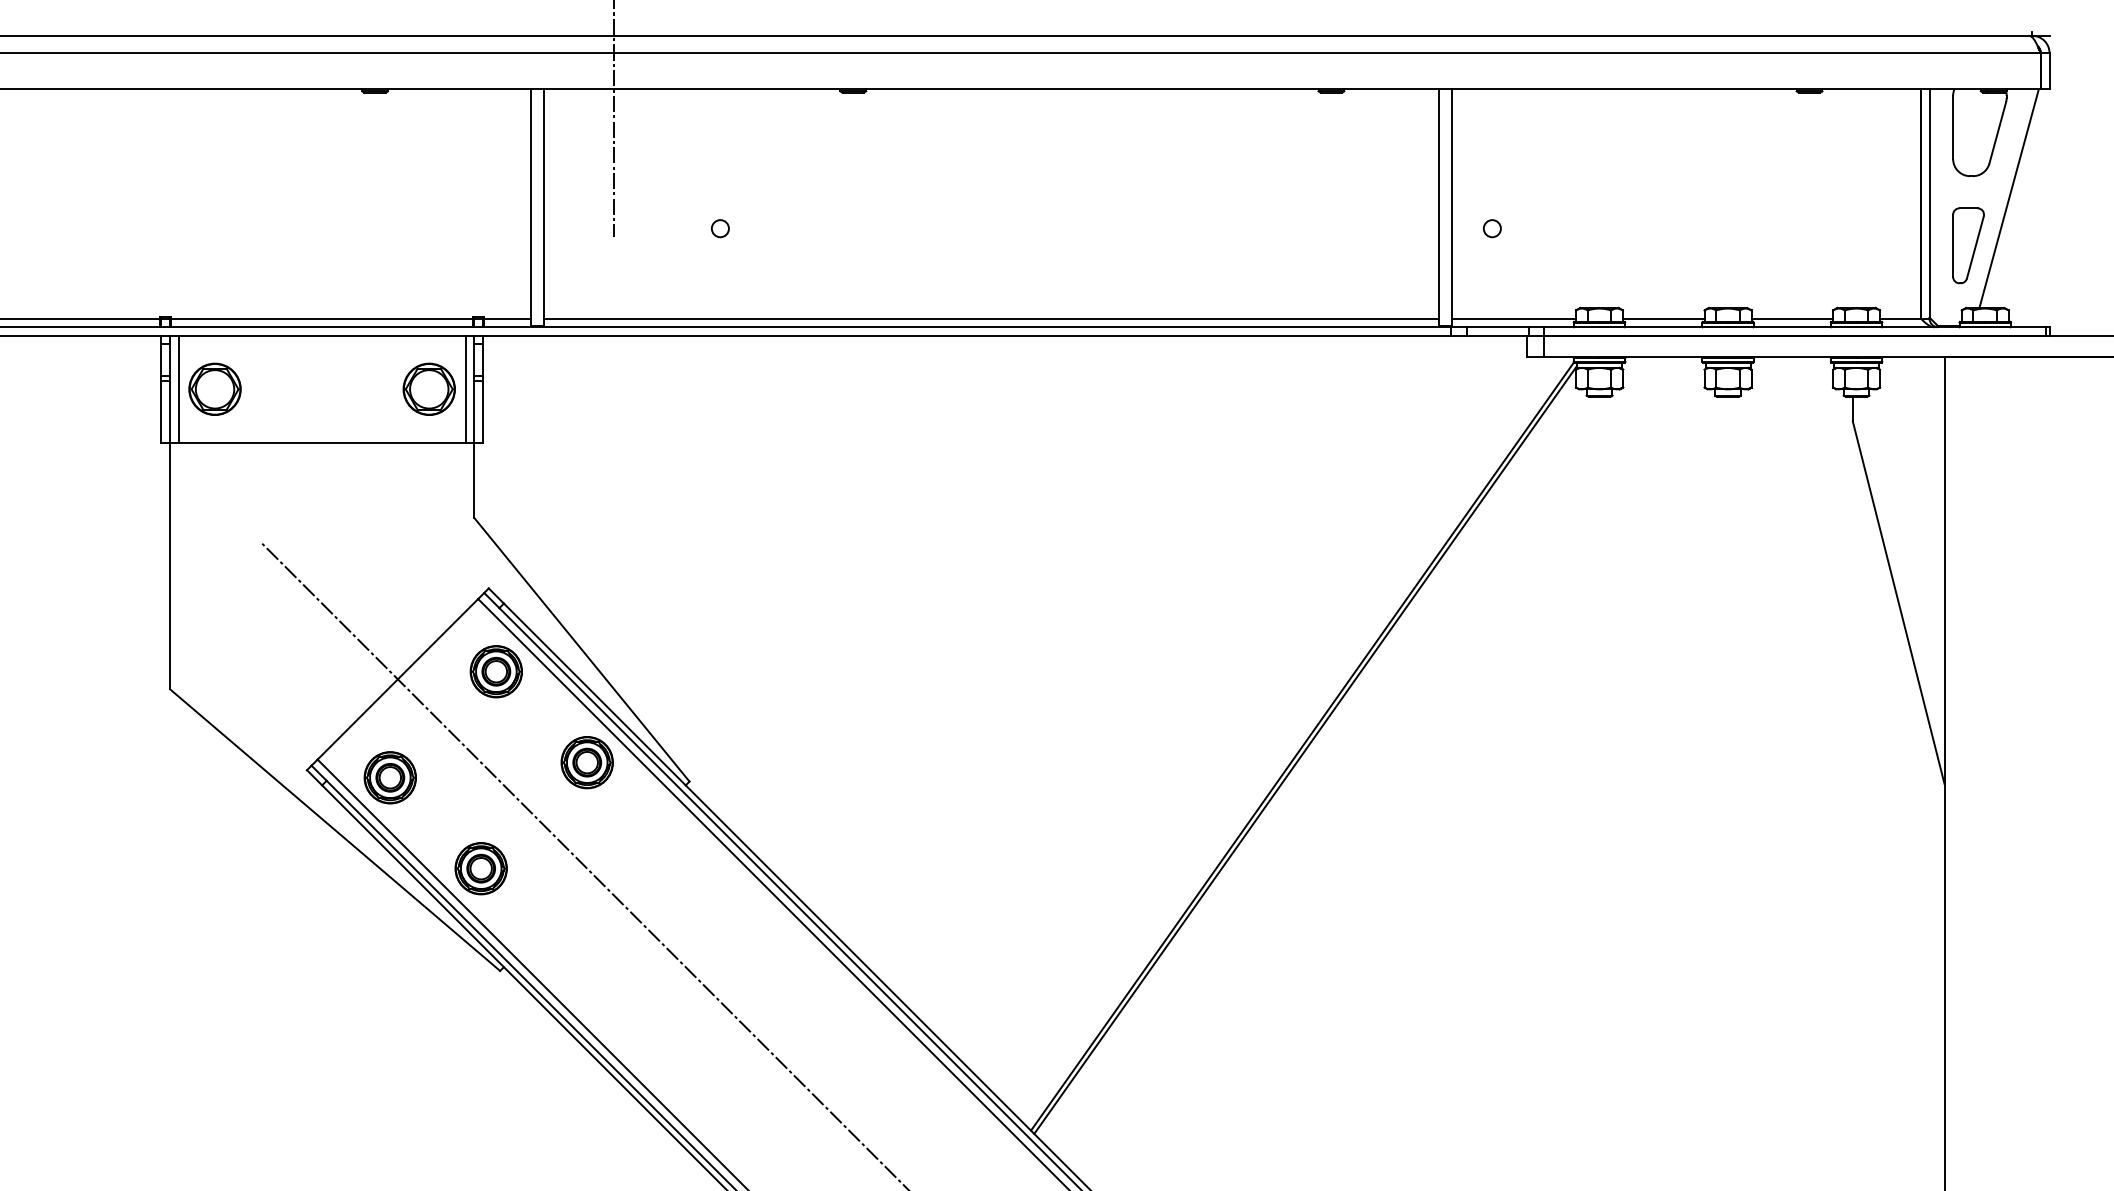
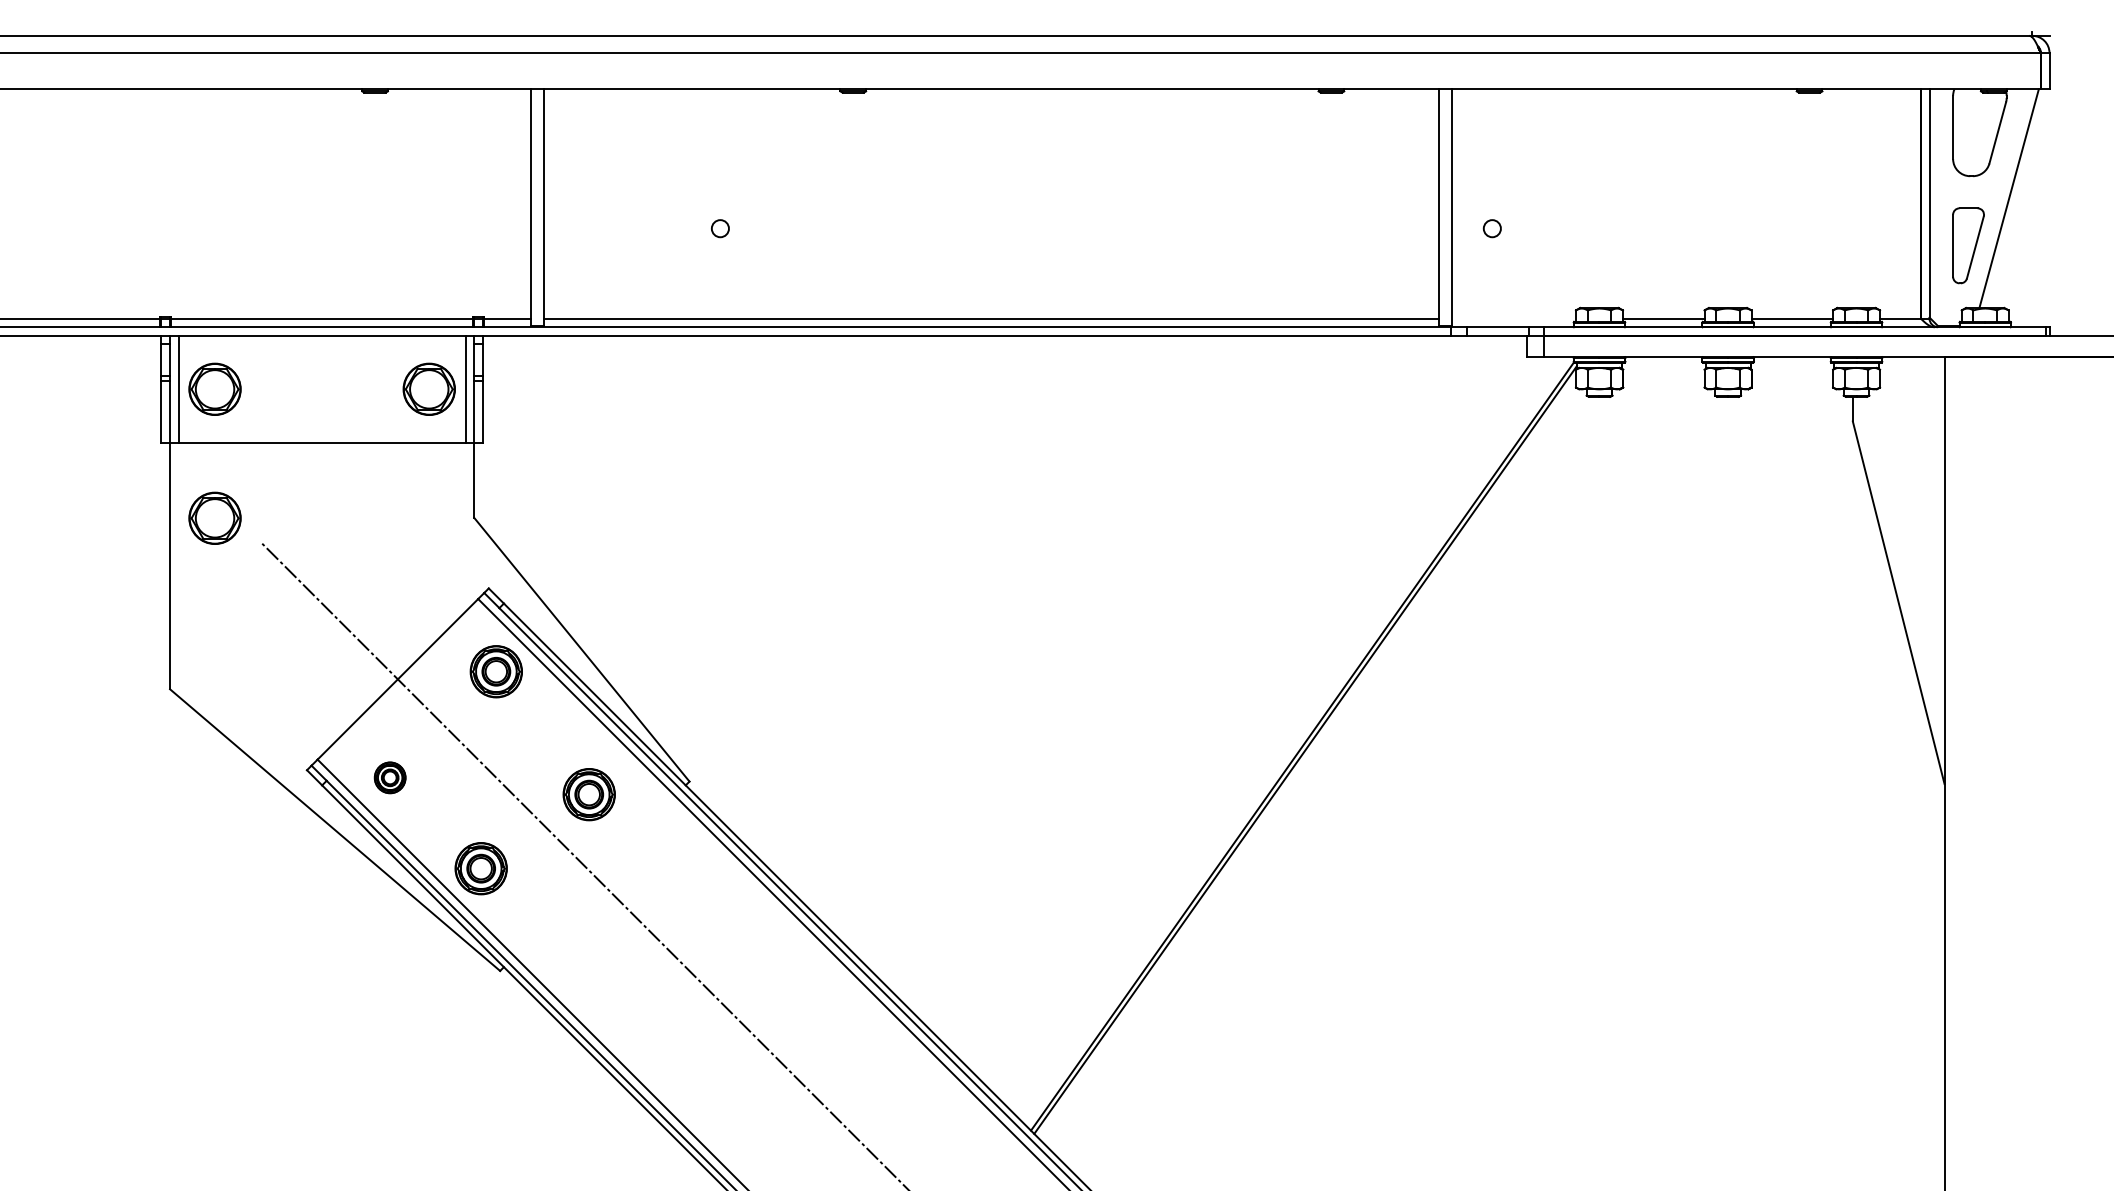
line at (614, 119): present -> none
line at (1513, 318): present -> none
part at (214, 517): none -> present
part at (586, 762) position: (586, 762) -> (588, 794)
part at (389, 777) size: 54x54 px -> 34x34 px
